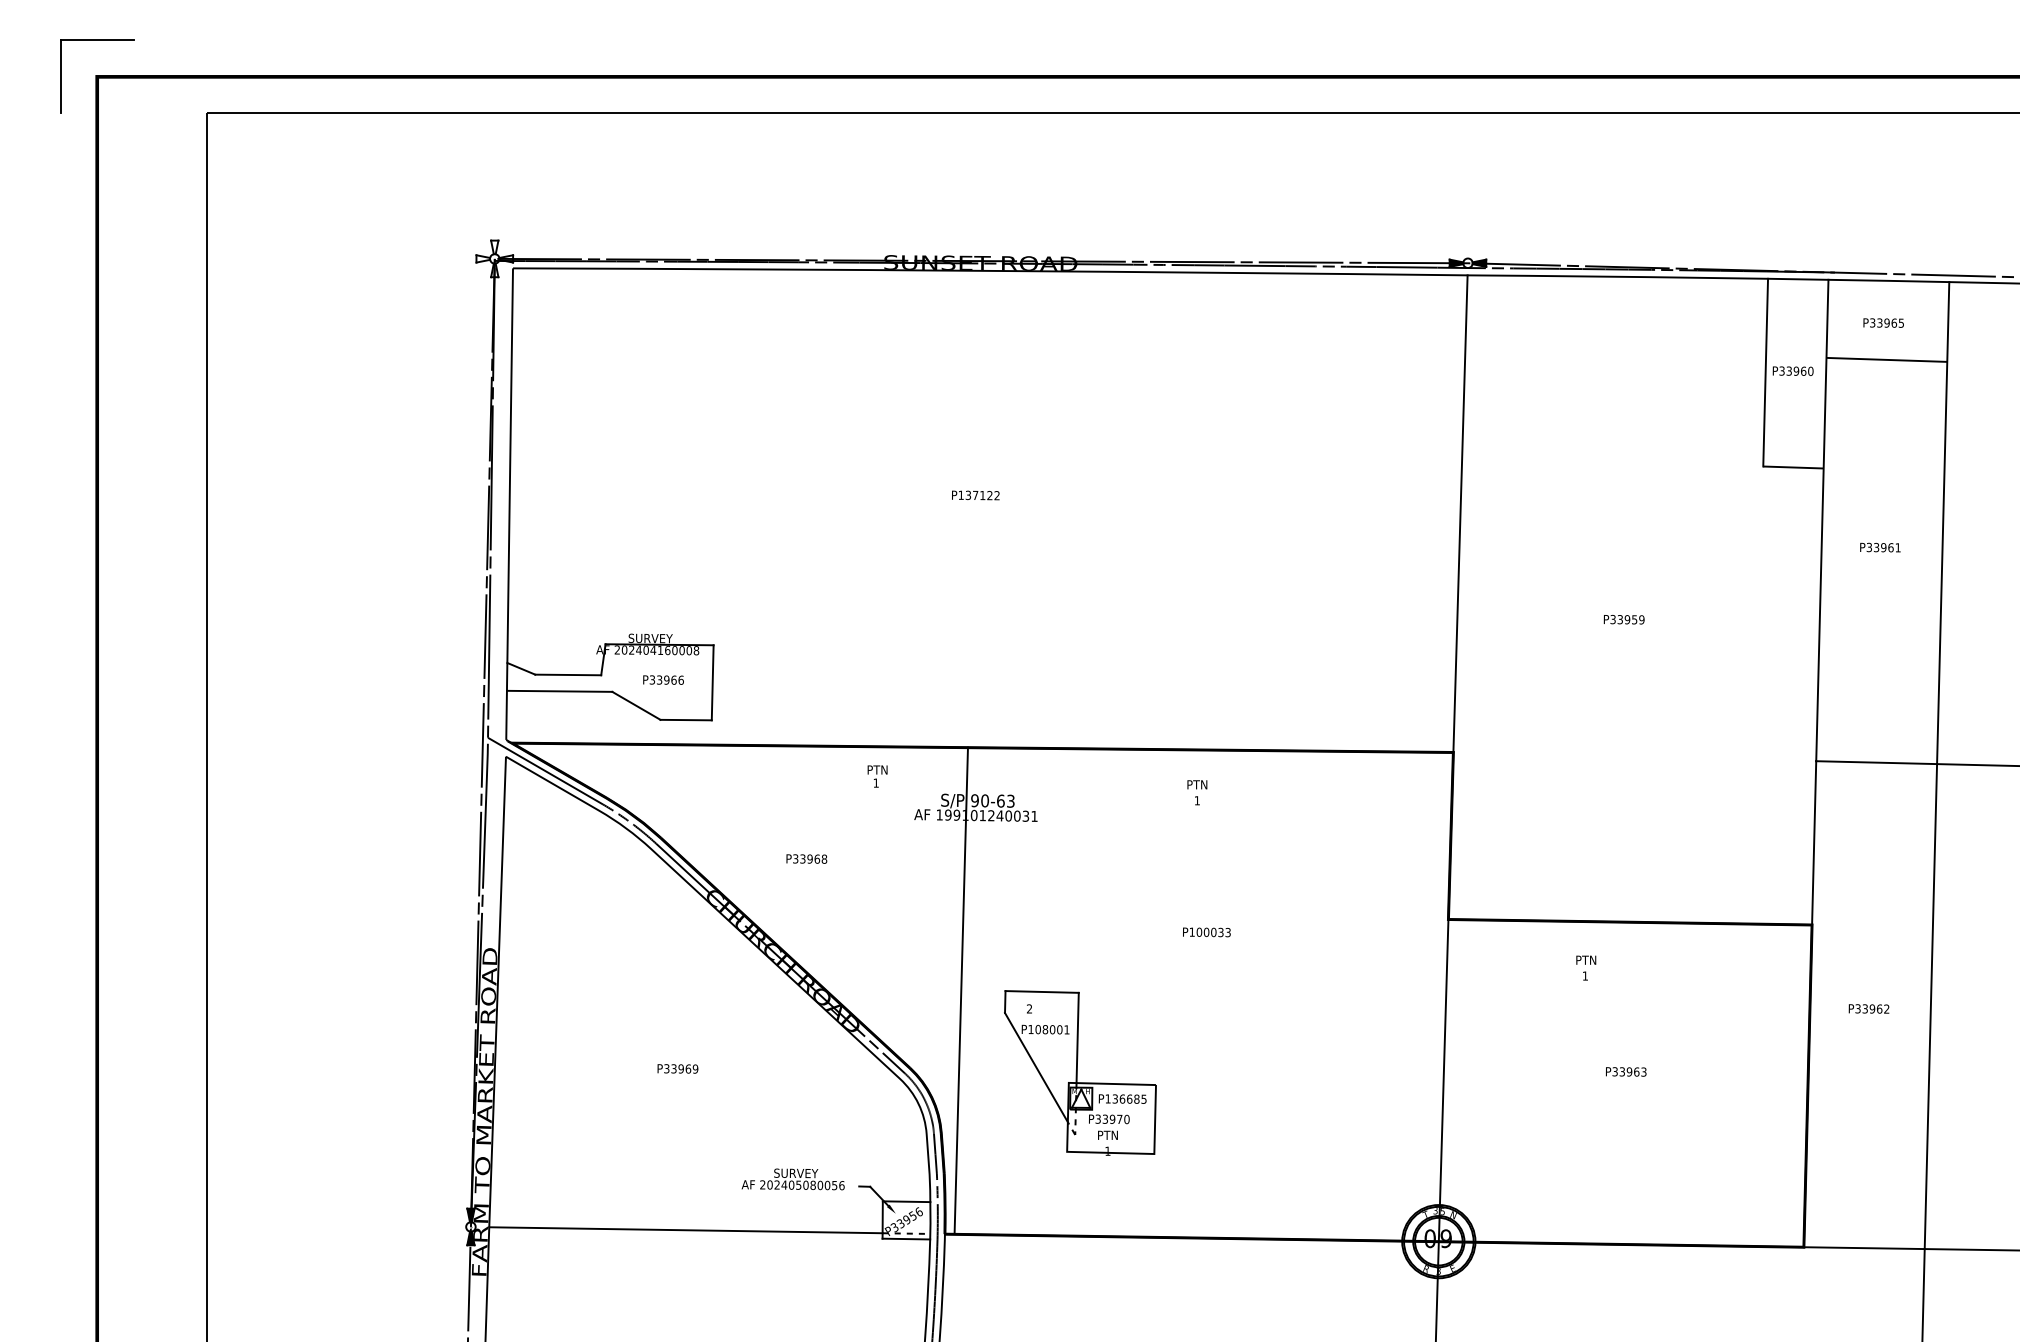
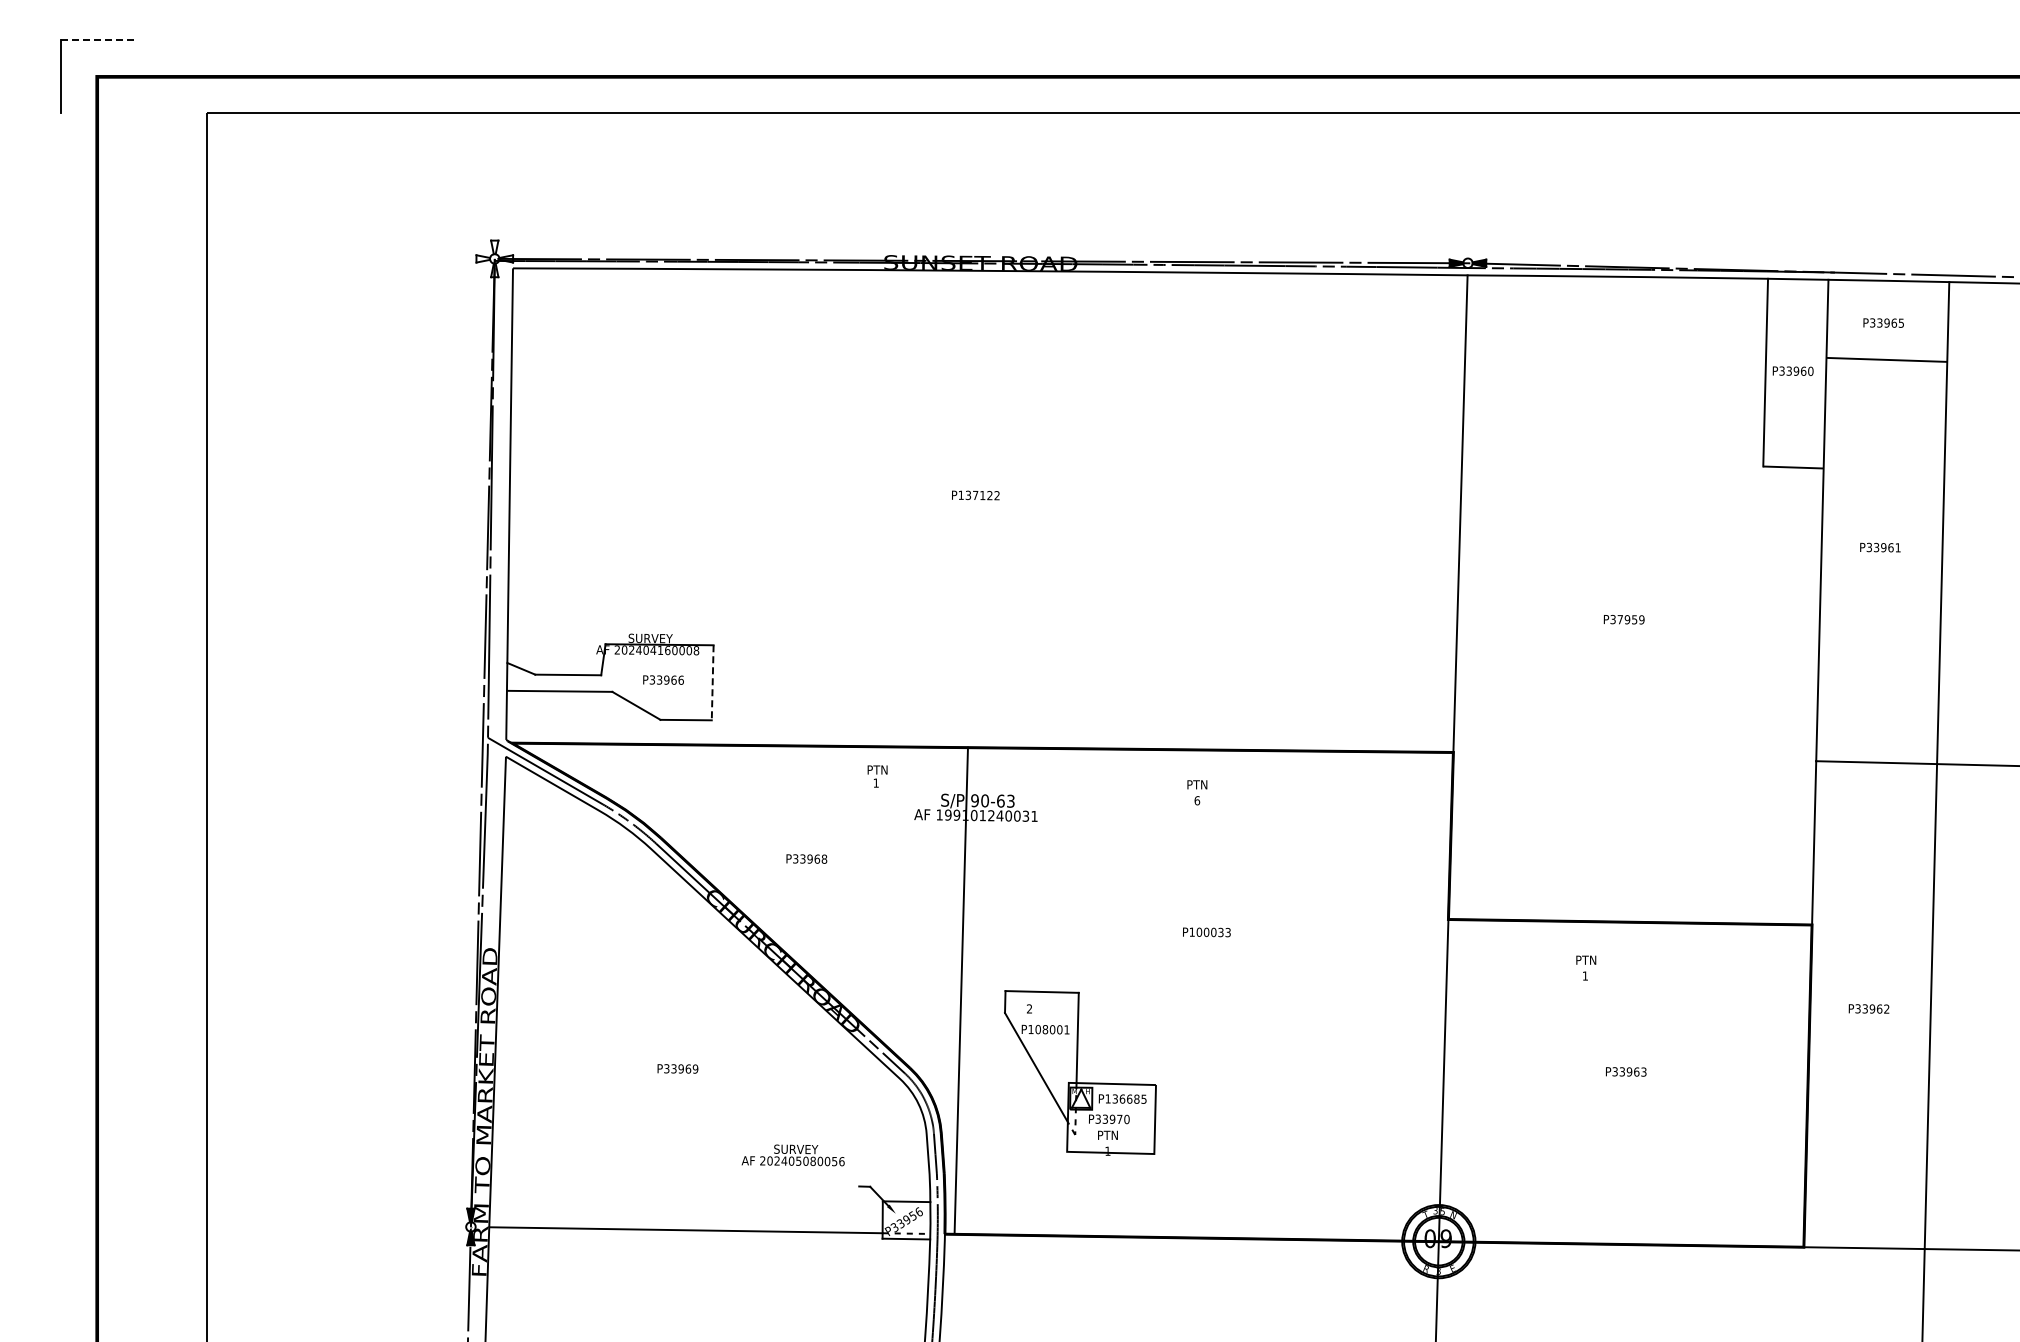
line at (97, 40): solid -> dashed
text at (1619, 619): P33959 -> P37959
line at (712, 682): solid -> dashed
text at (1197, 800): 1 -> 6
text at (792, 1179) position: (792, 1179) -> (792, 1155)
